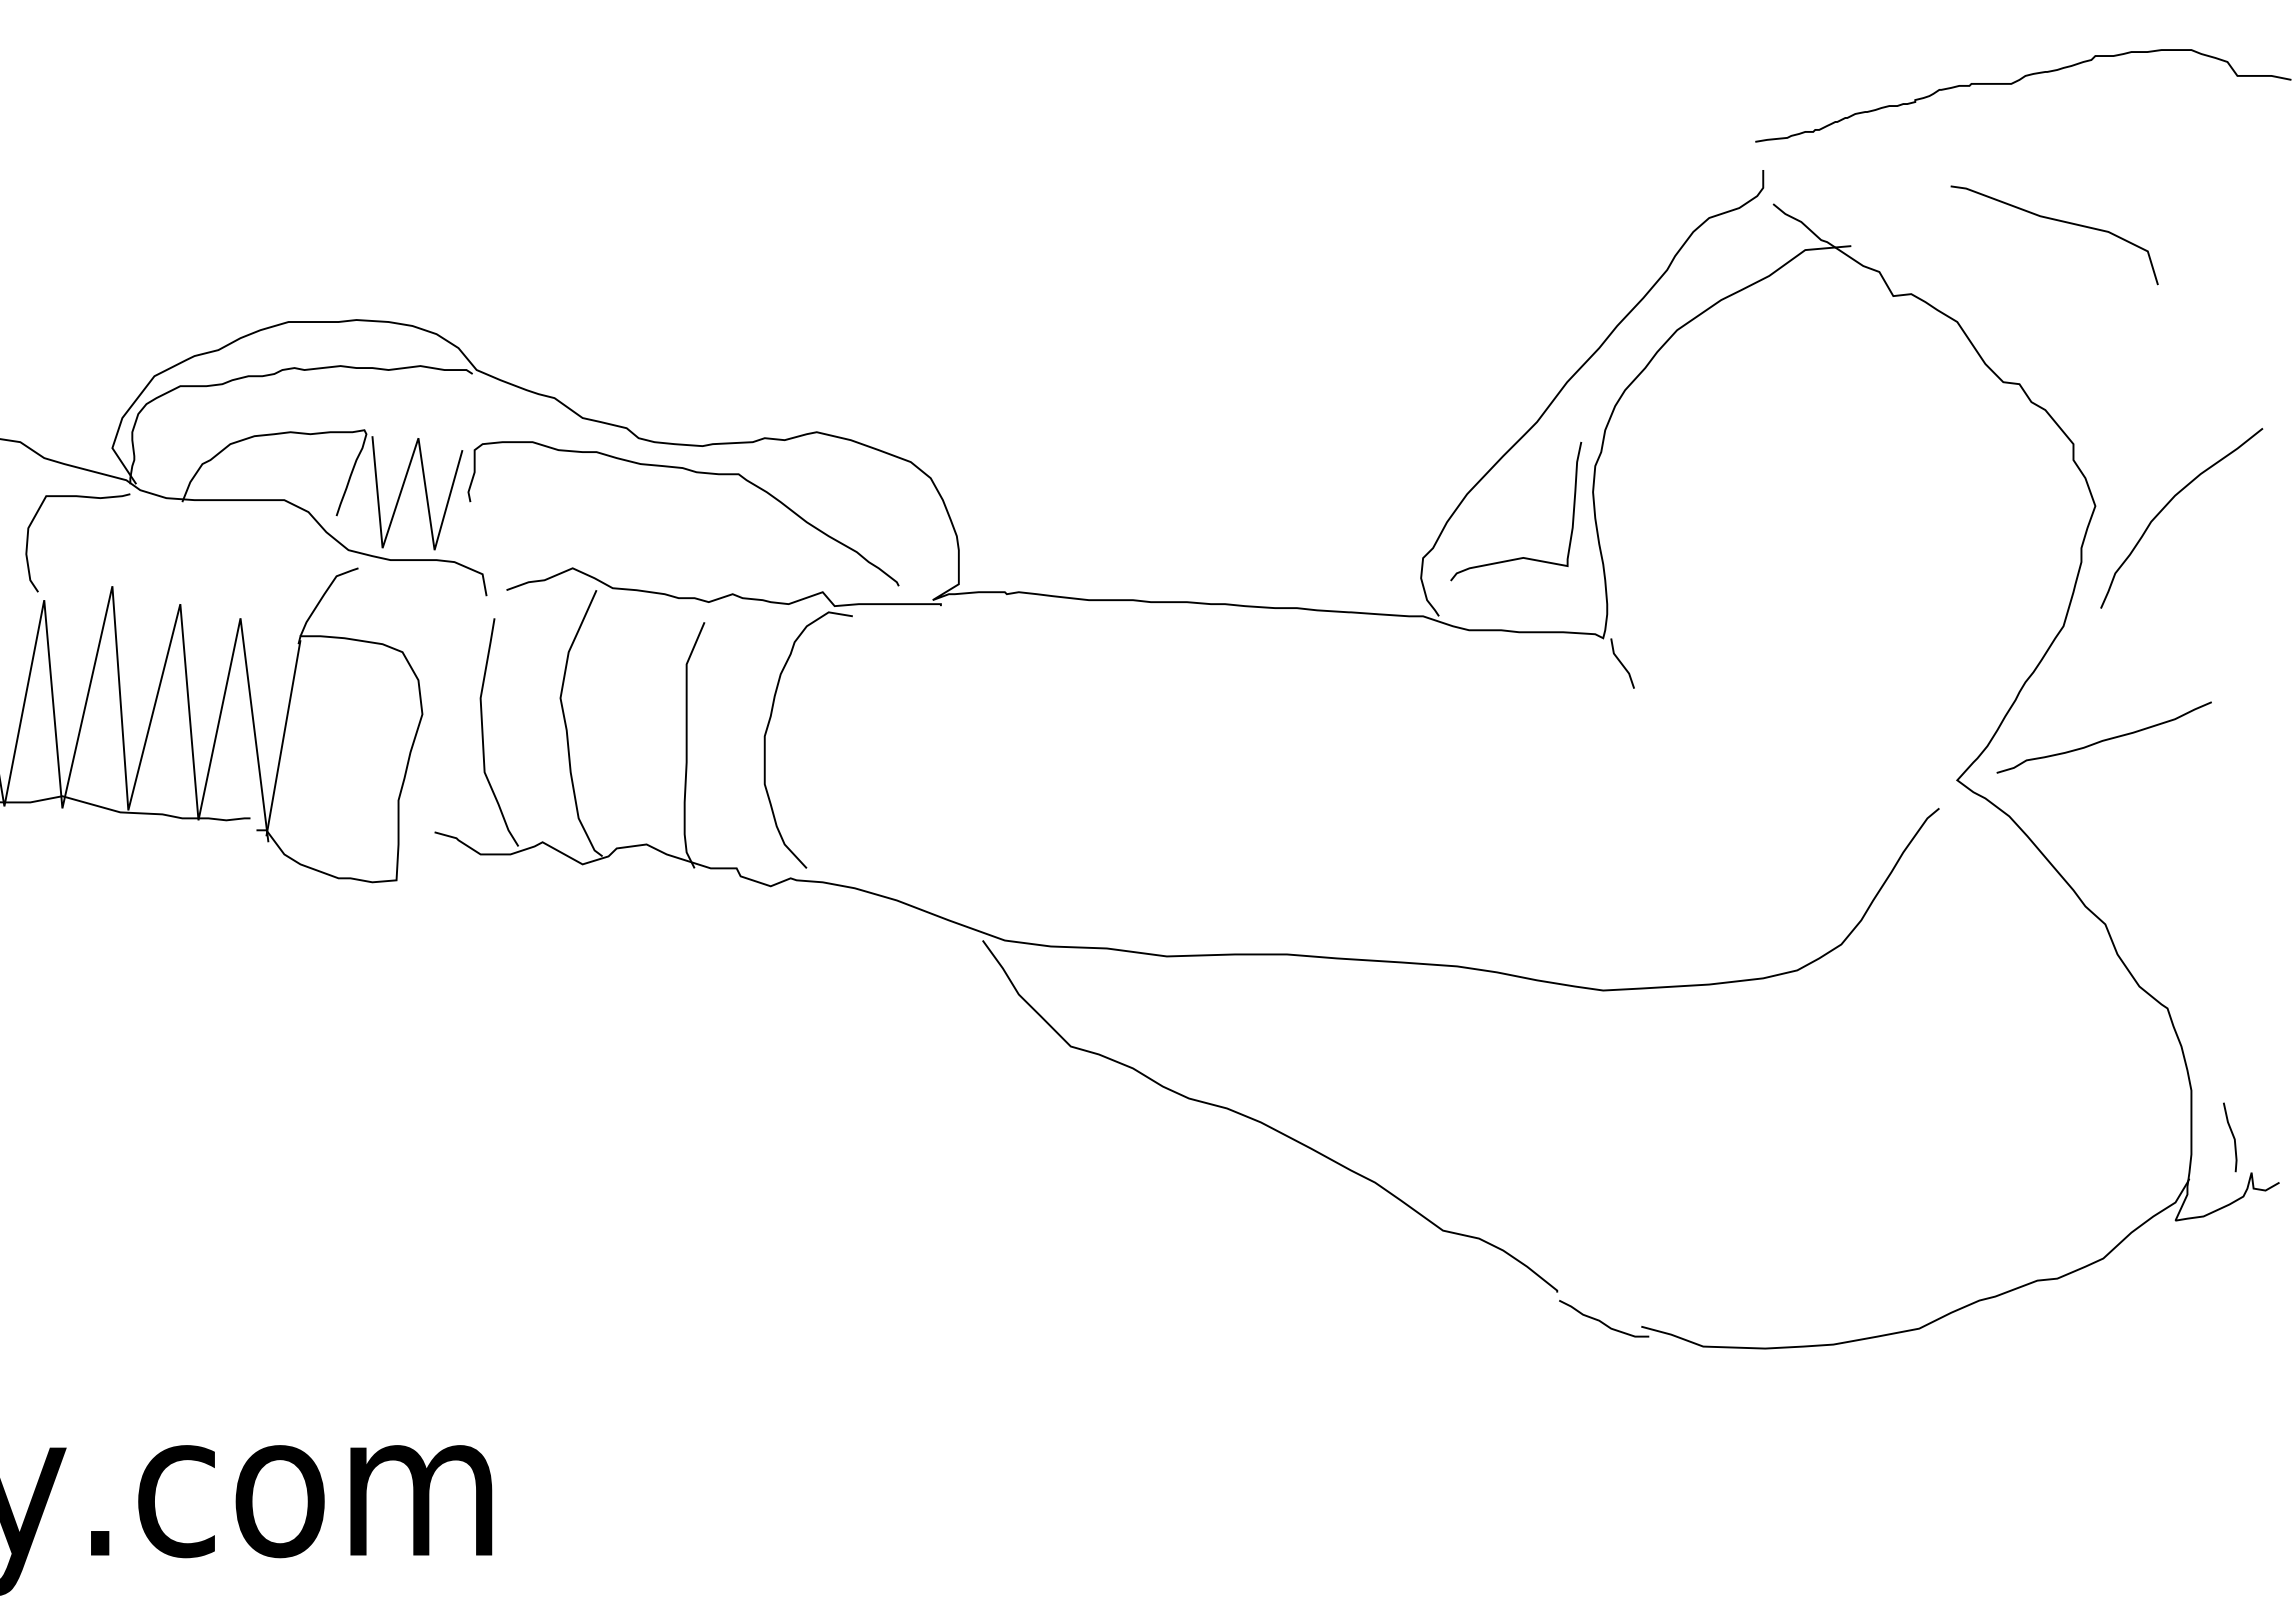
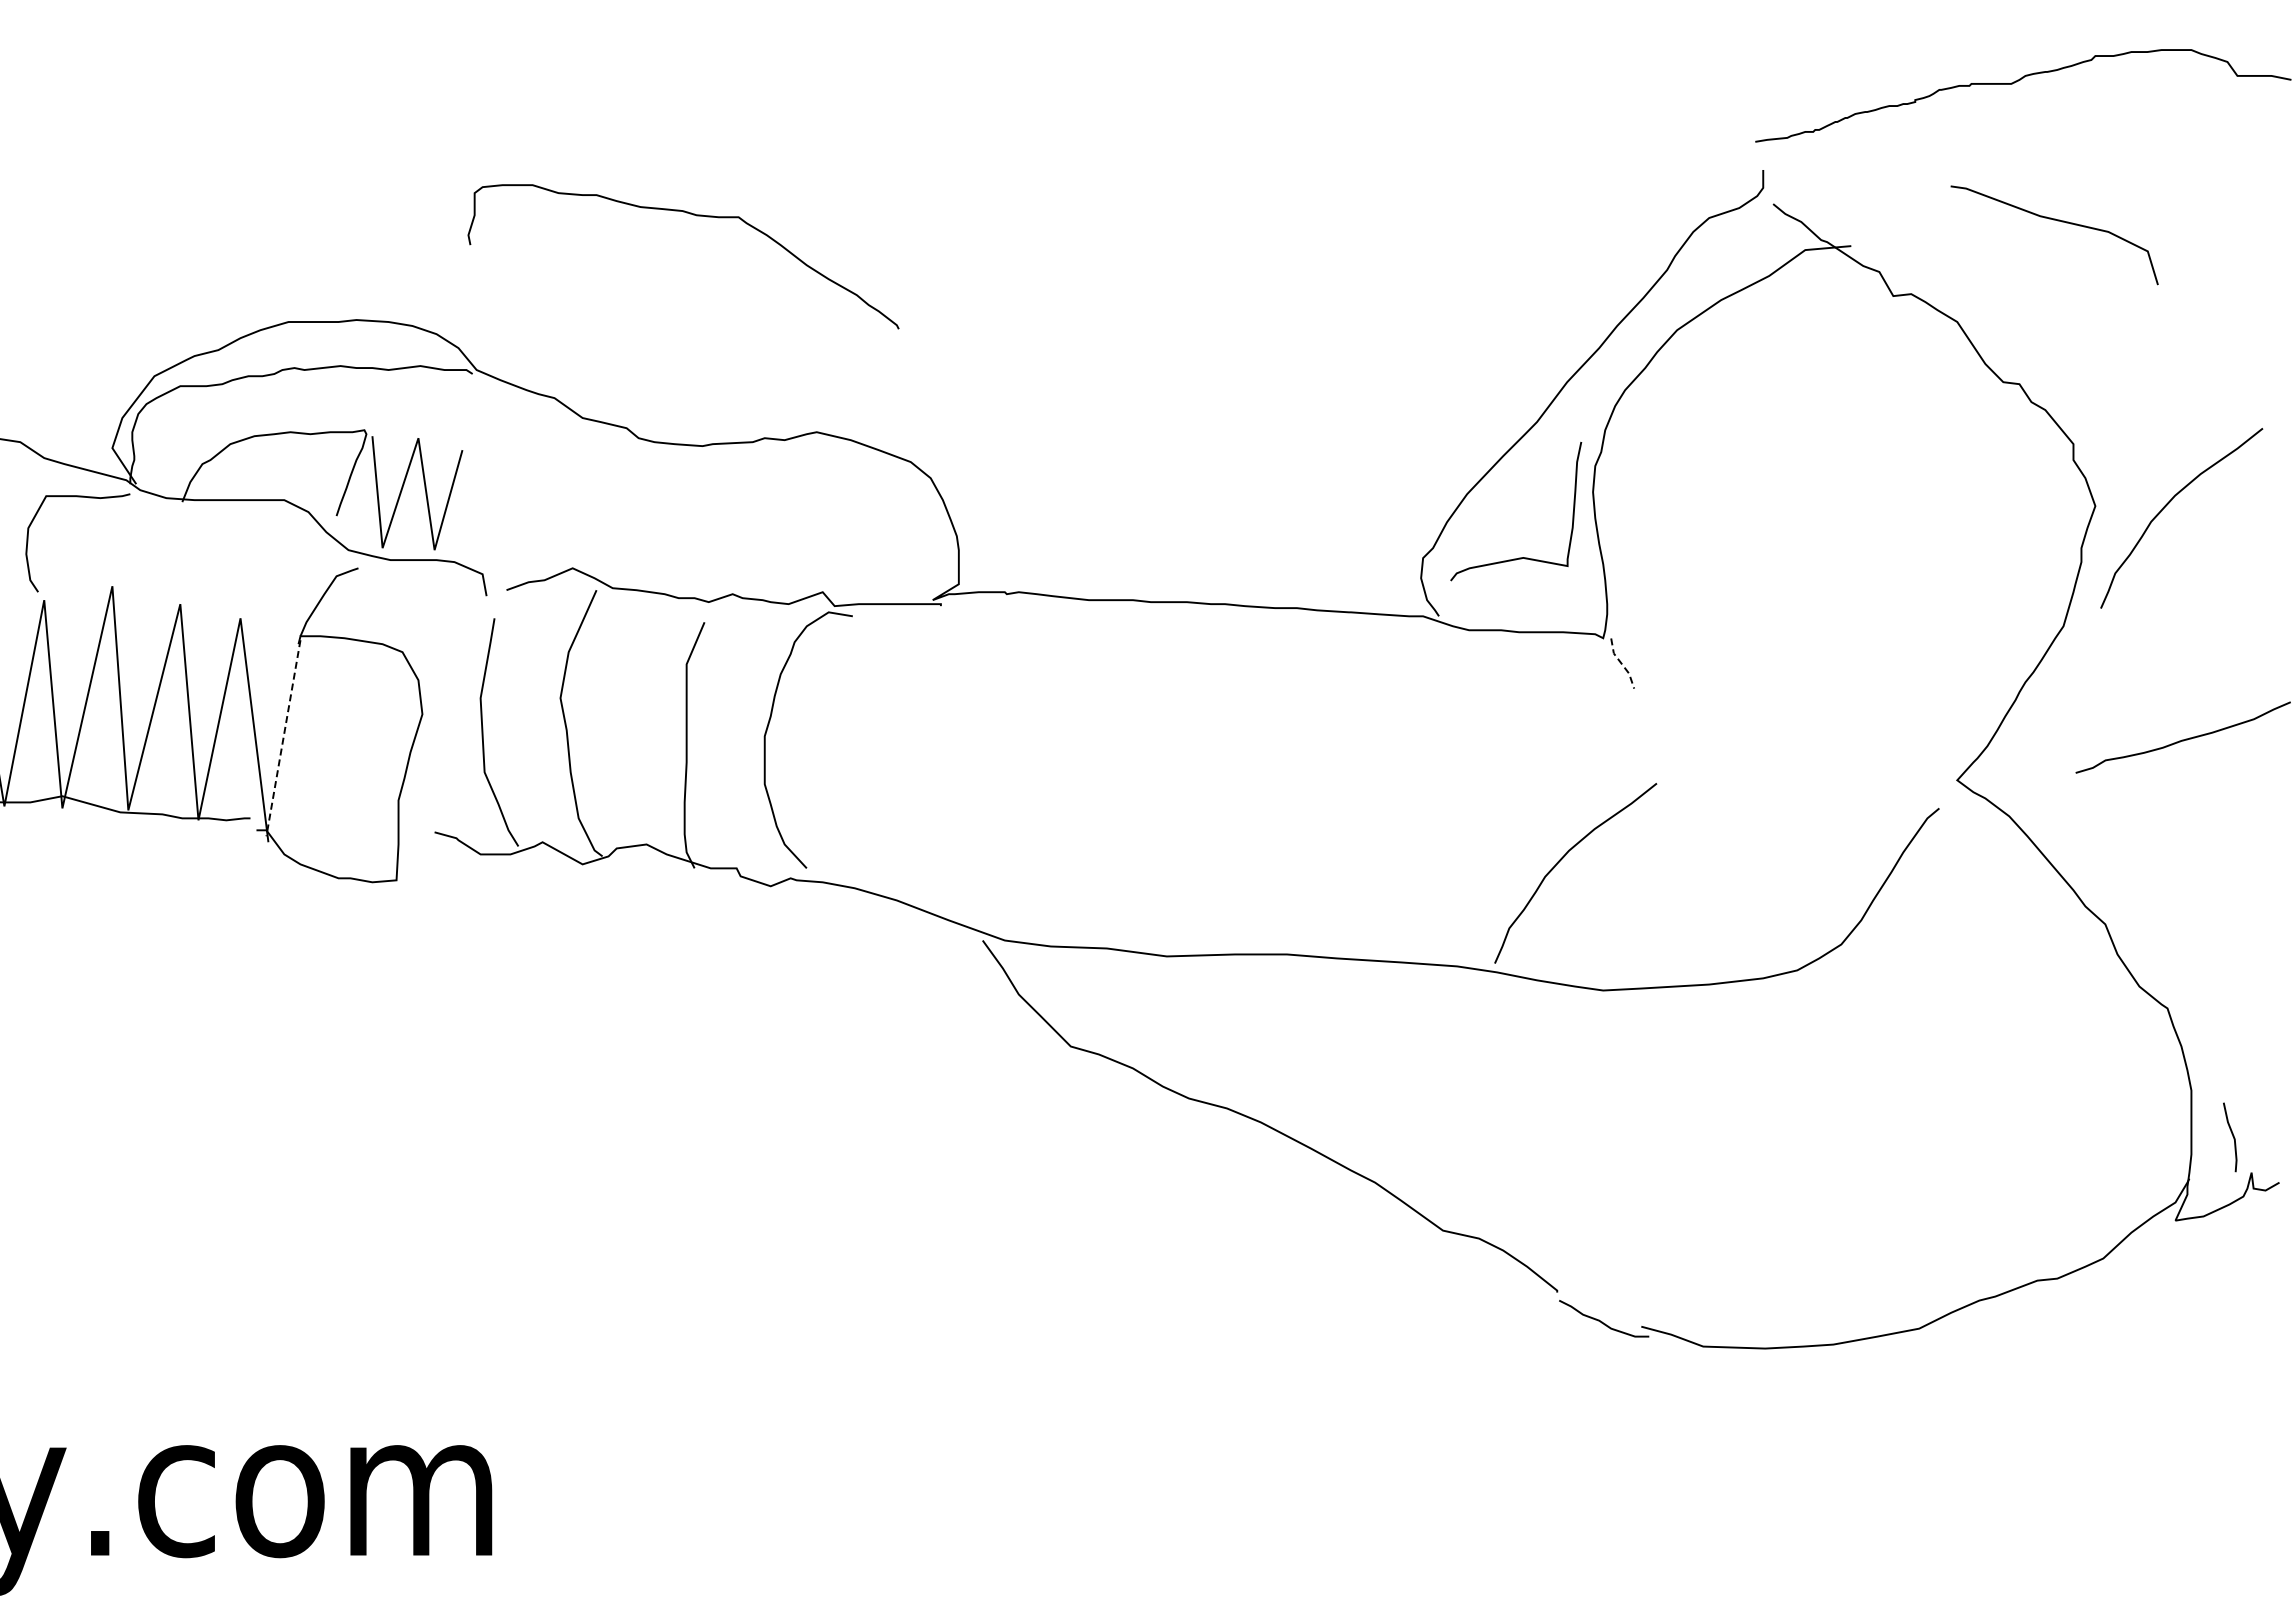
curve at (696, 473) position: (696, 473) -> (696, 216)
line at (1621, 663): solid -> dashed
line at (283, 738): solid -> dashed
curve at (2103, 739) position: (2103, 739) -> (2182, 739)
curve at (1562, 859): none -> present
